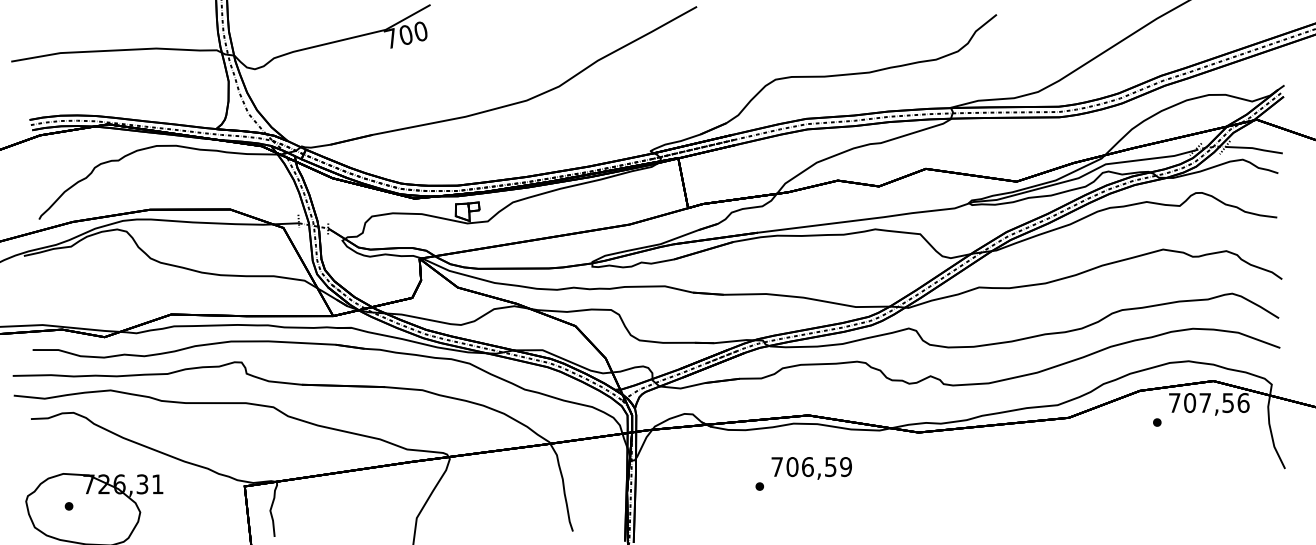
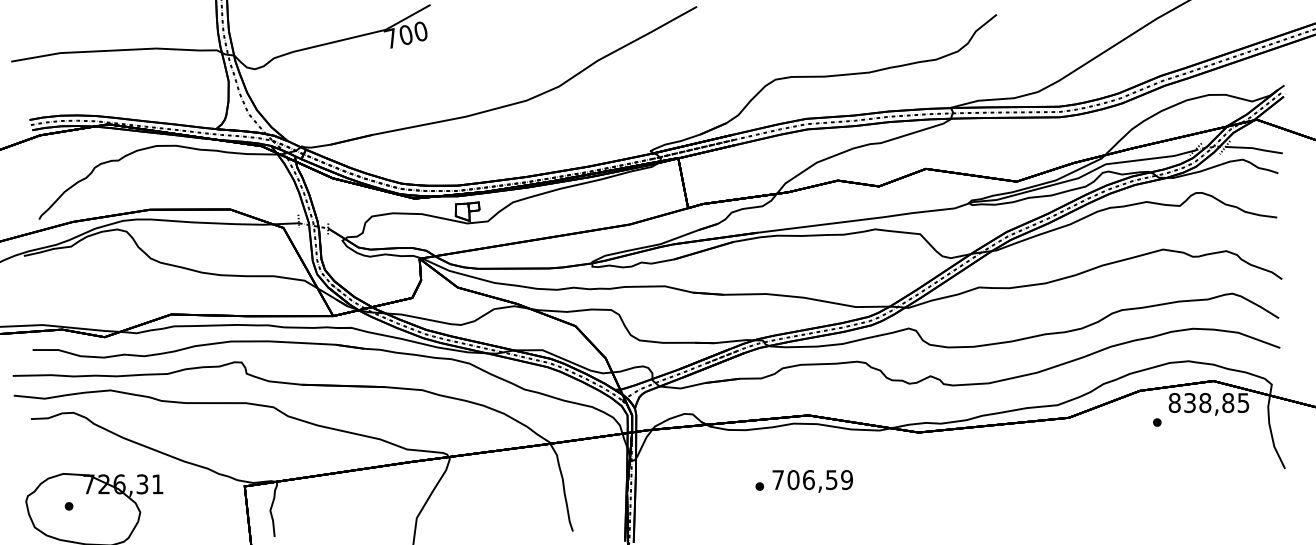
text at (1208, 403): 707,56 -> 838,85
text at (811, 468) position: (811, 468) -> (812, 481)
